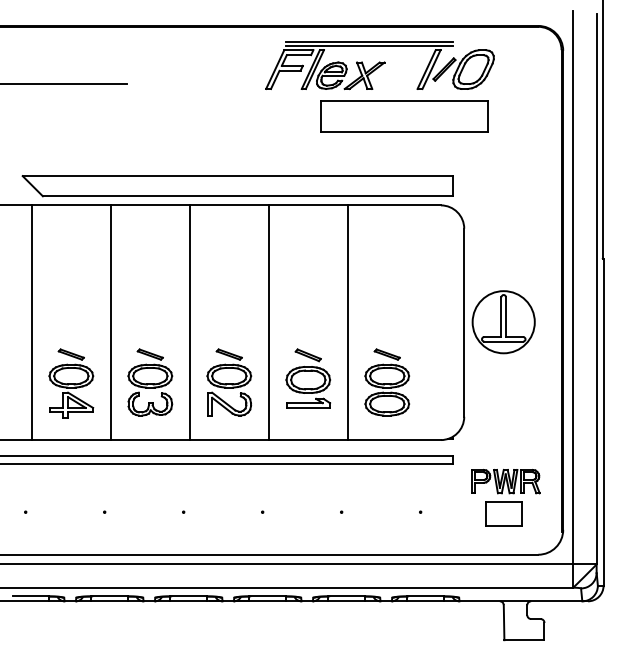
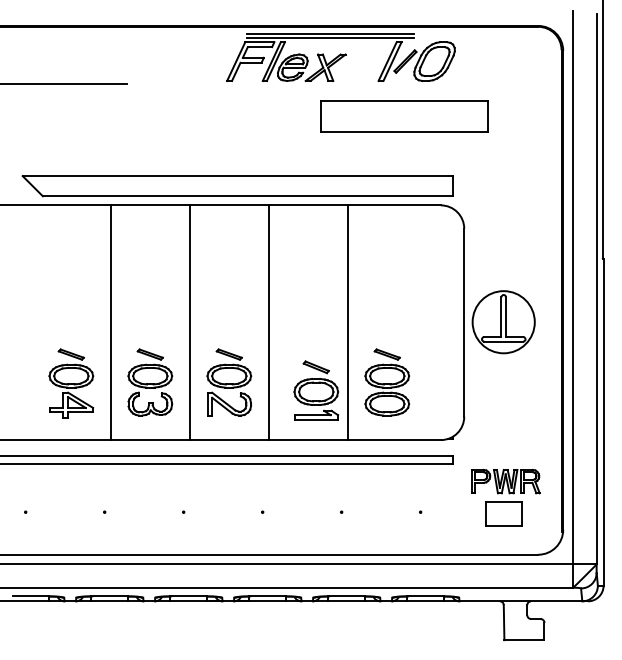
part at (379, 65) position: (379, 65) -> (340, 57)
line at (31, 322): present -> none
part at (308, 378) position: (308, 378) -> (316, 390)
